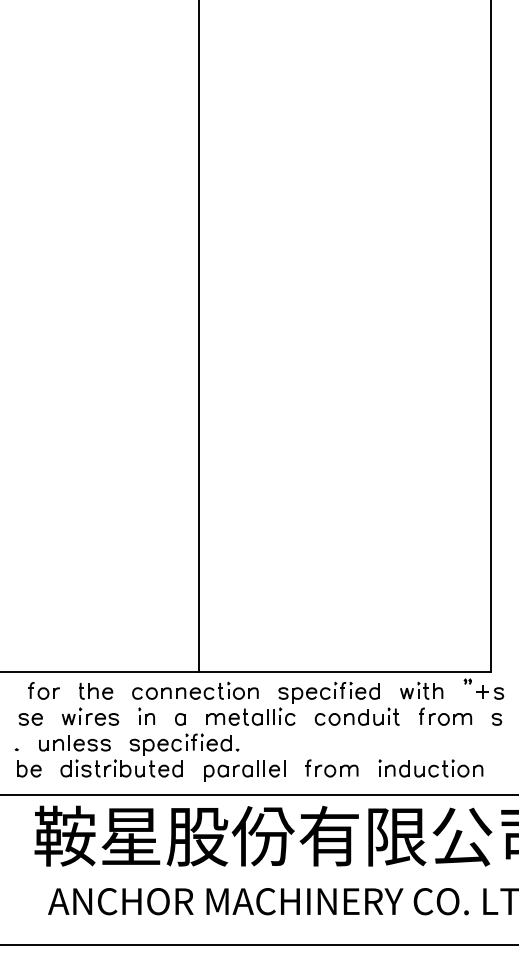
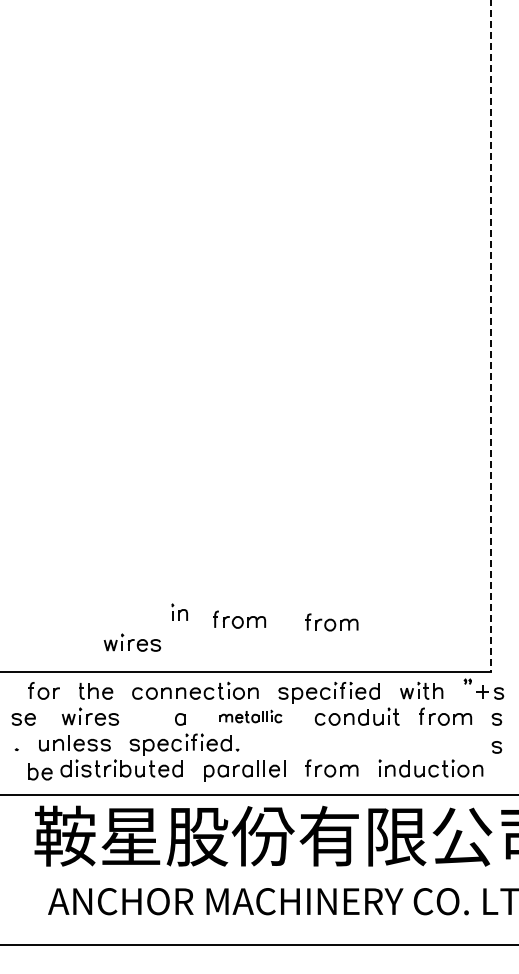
line at (199, 336): present -> none
line at (490, 336): solid -> dashed
part at (239, 619): none -> present
part at (331, 622): none -> present
part at (132, 642): none -> present
part at (146, 715) position: (146, 715) -> (179, 611)
part at (250, 716) size: 90x19 px -> 64x15 px
part at (30, 719) position: (30, 719) -> (23, 719)
curve at (496, 747): none -> present
part at (29, 768) position: (29, 768) -> (40, 771)
